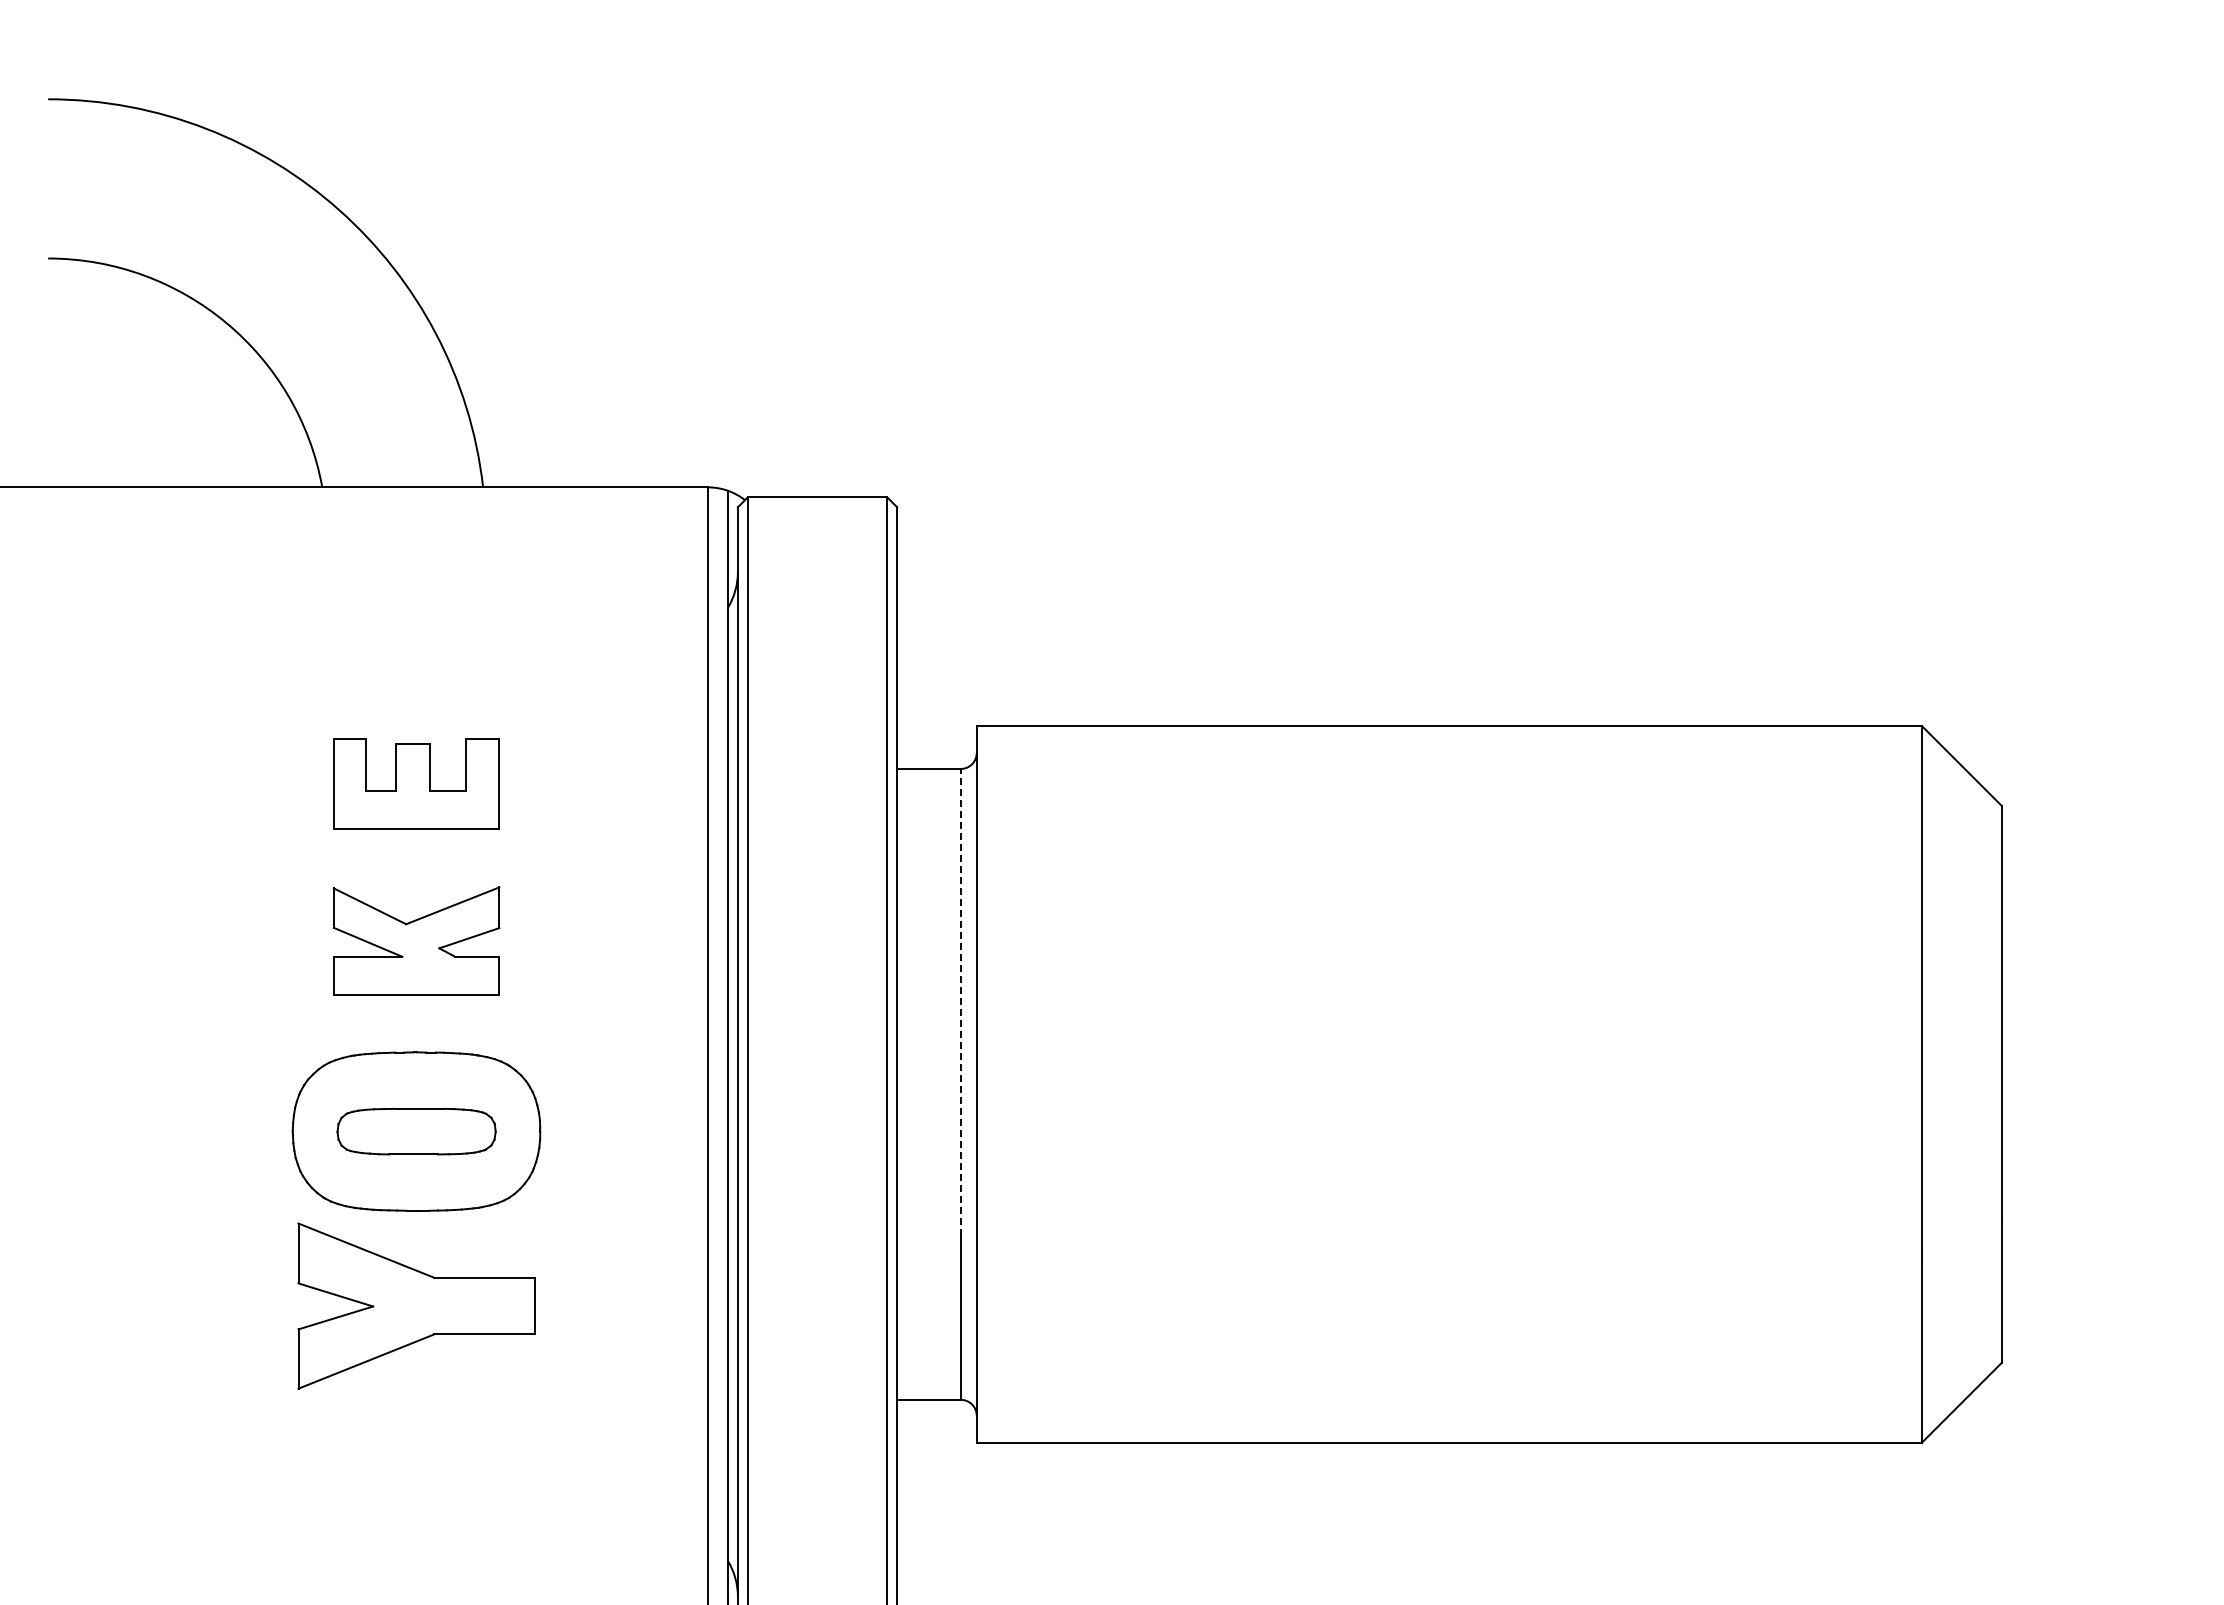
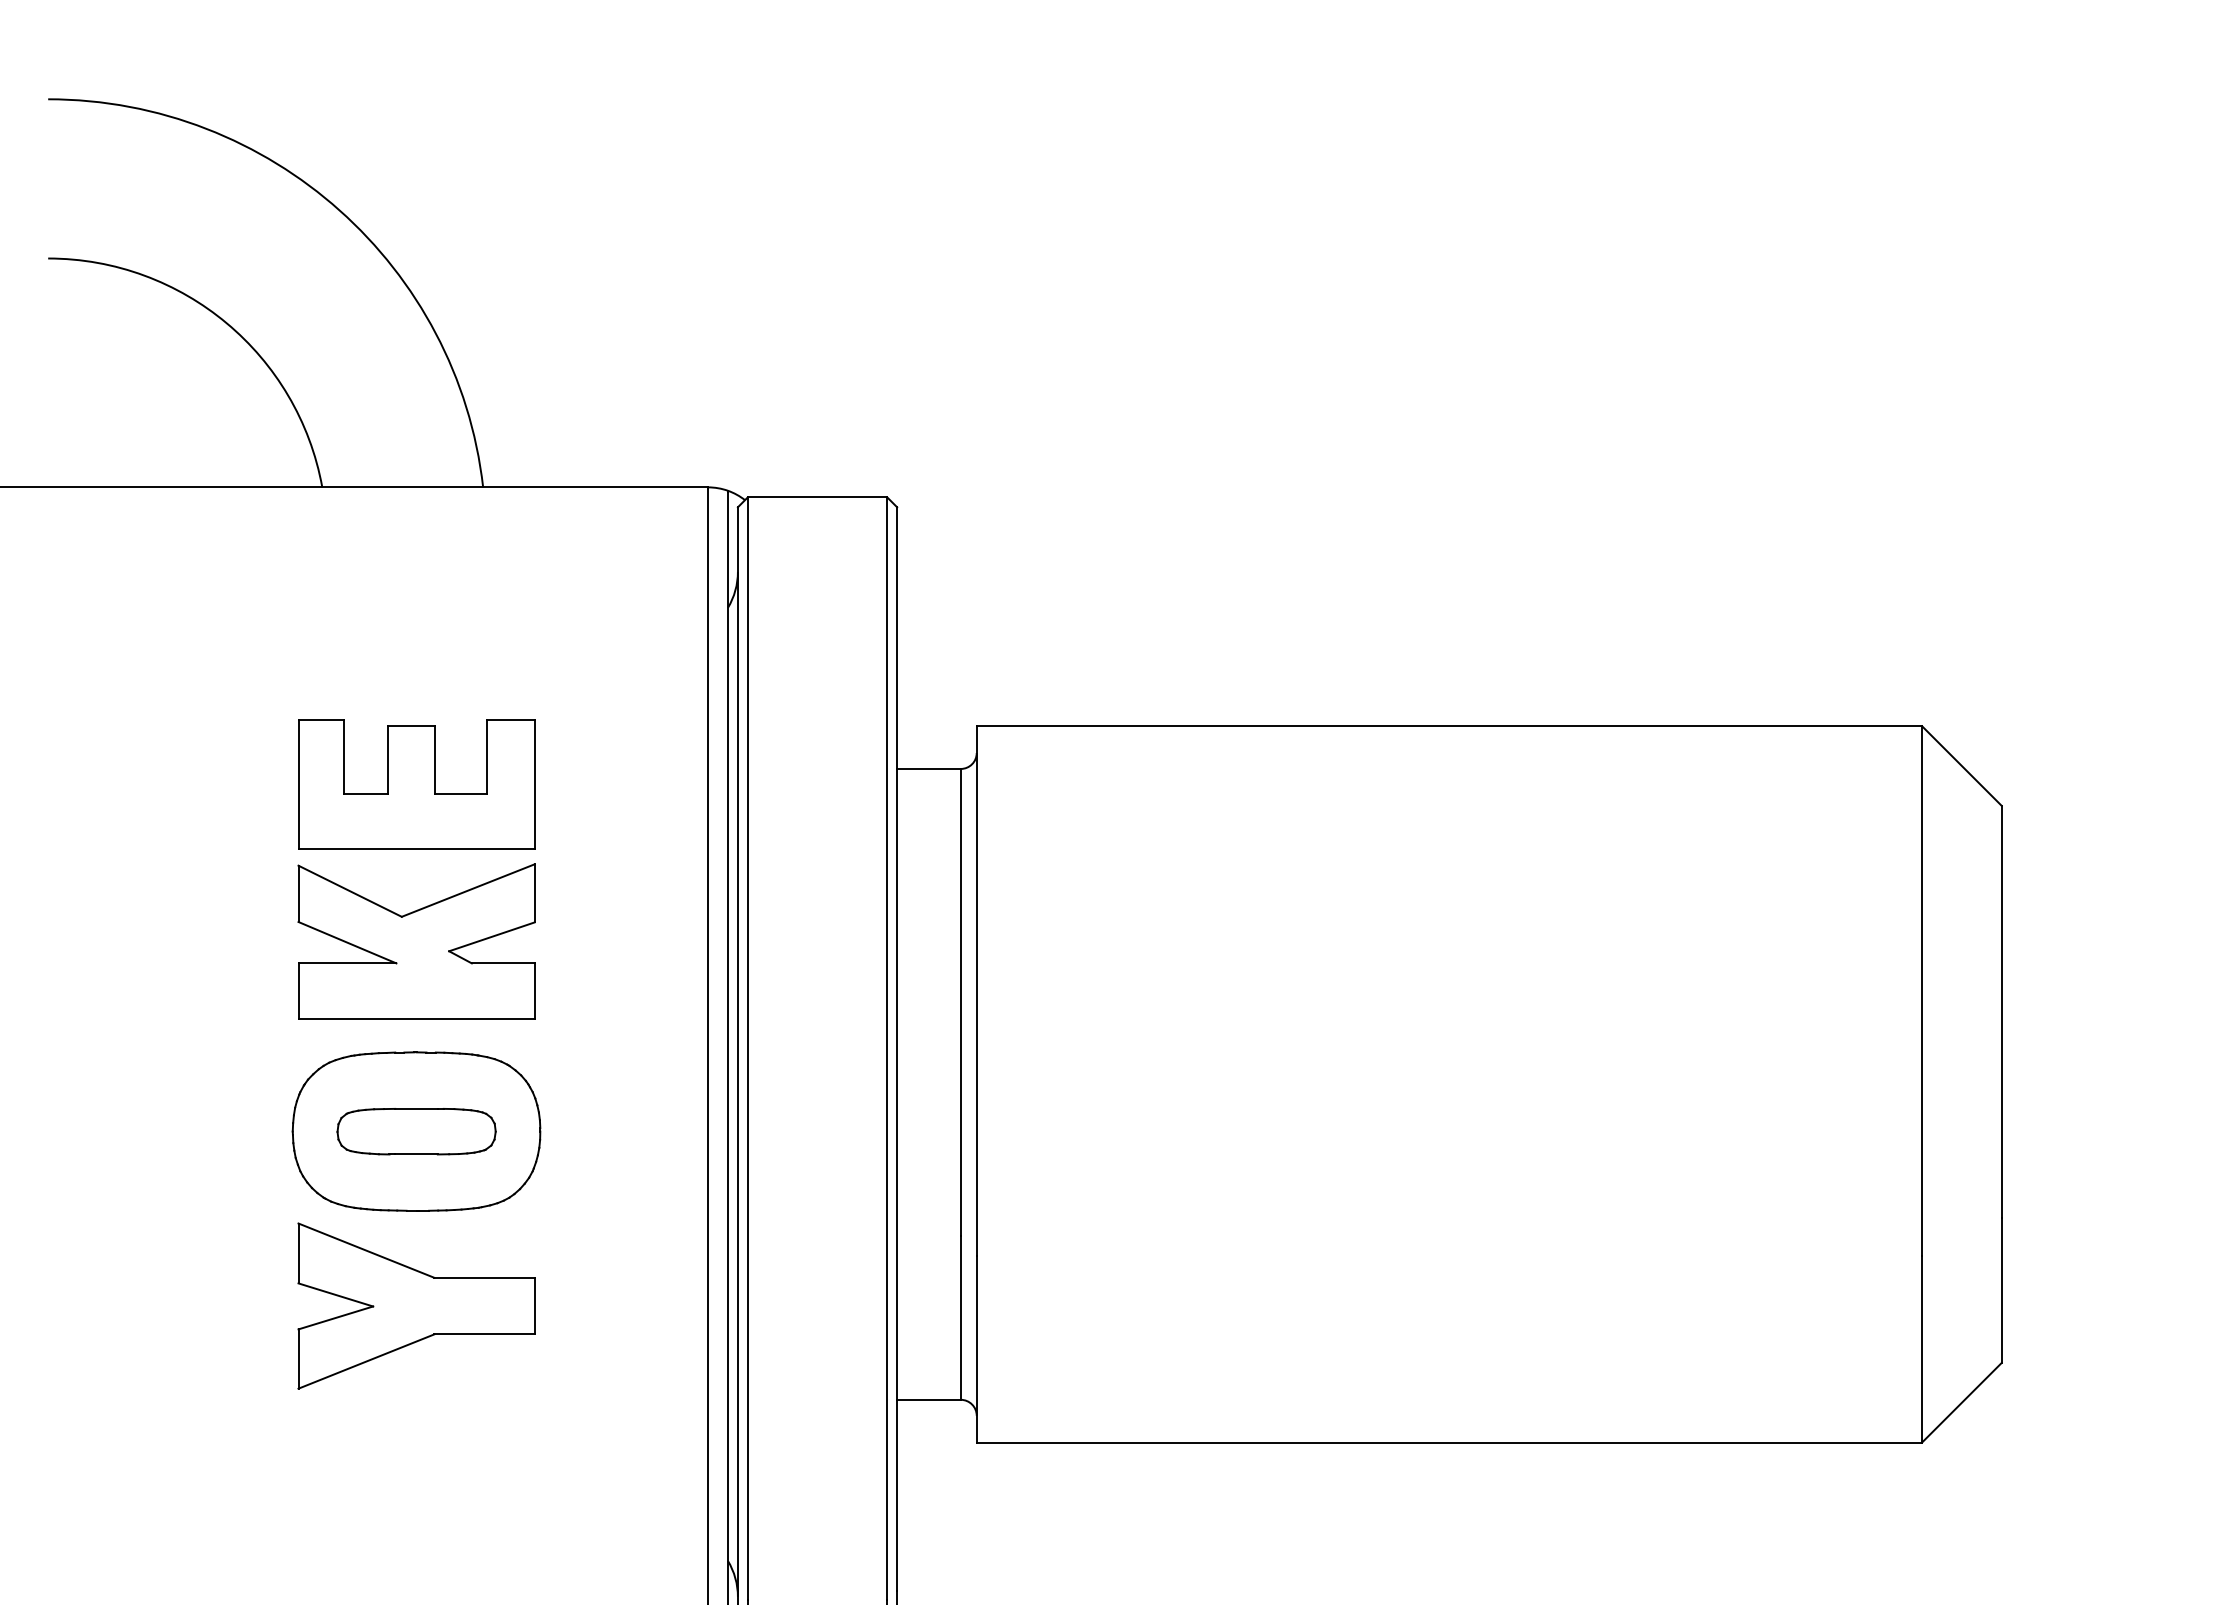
part at (416, 783) size: 167x92 px -> 238x131 px
part at (416, 940) size: 169x110 px -> 239x157 px
line at (960, 1001): dashed -> solid
